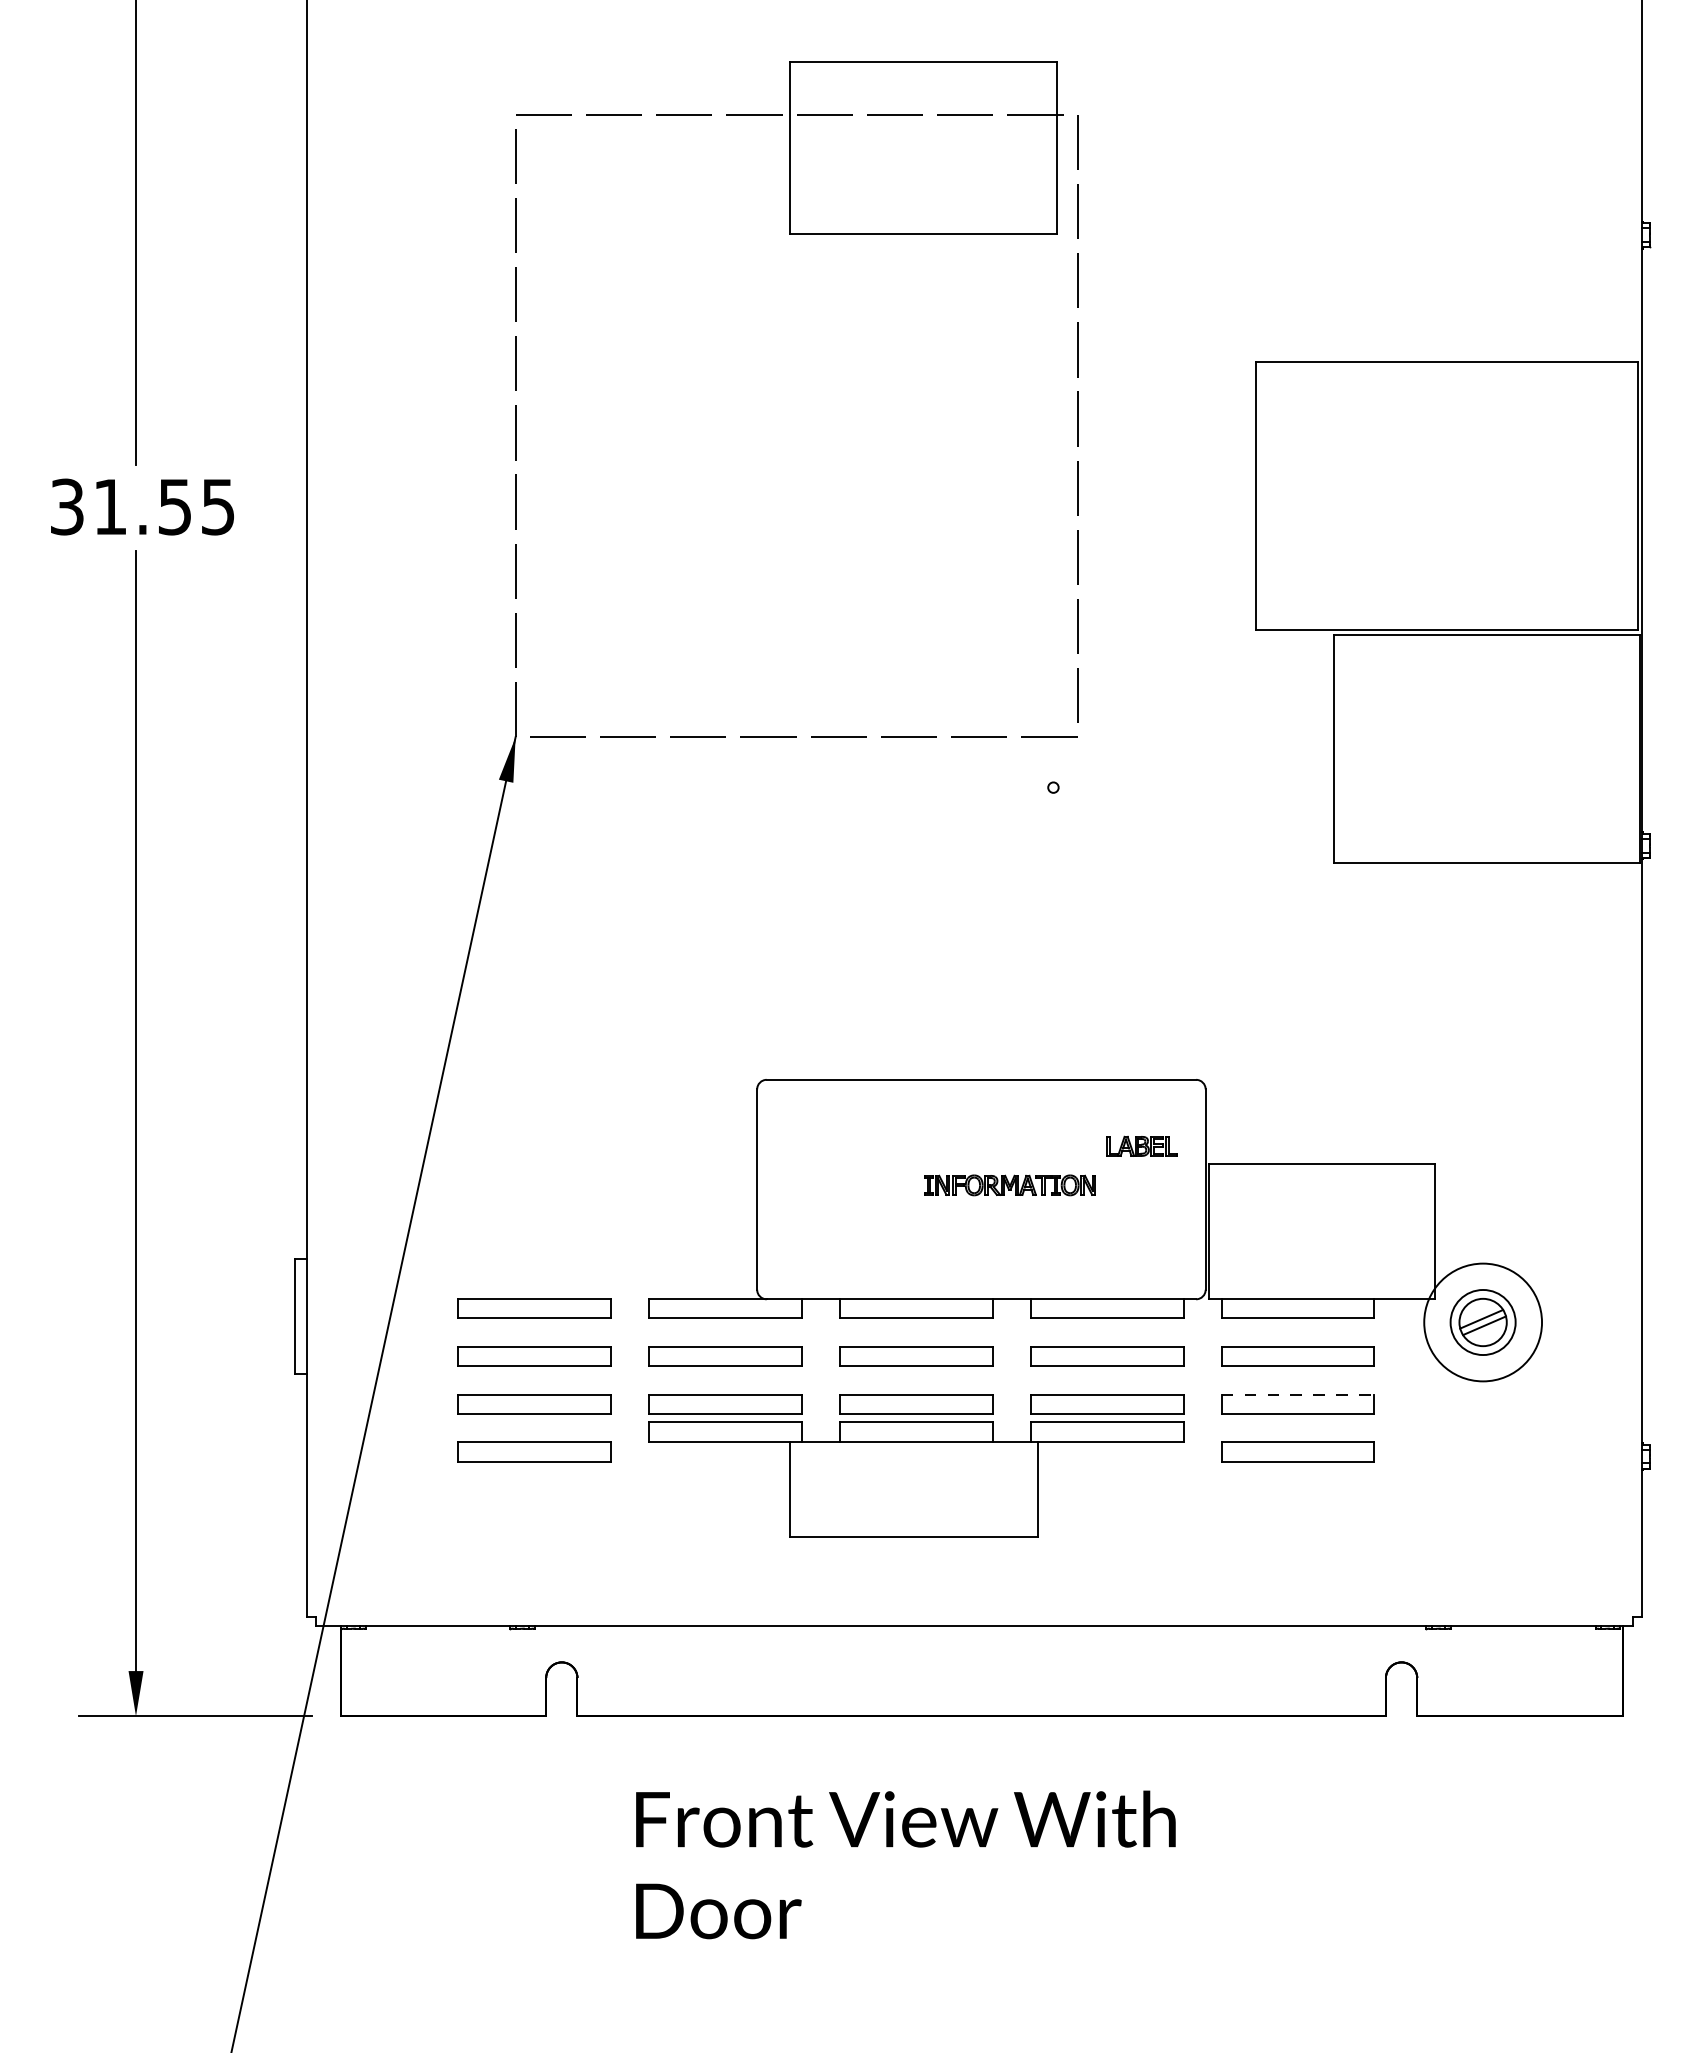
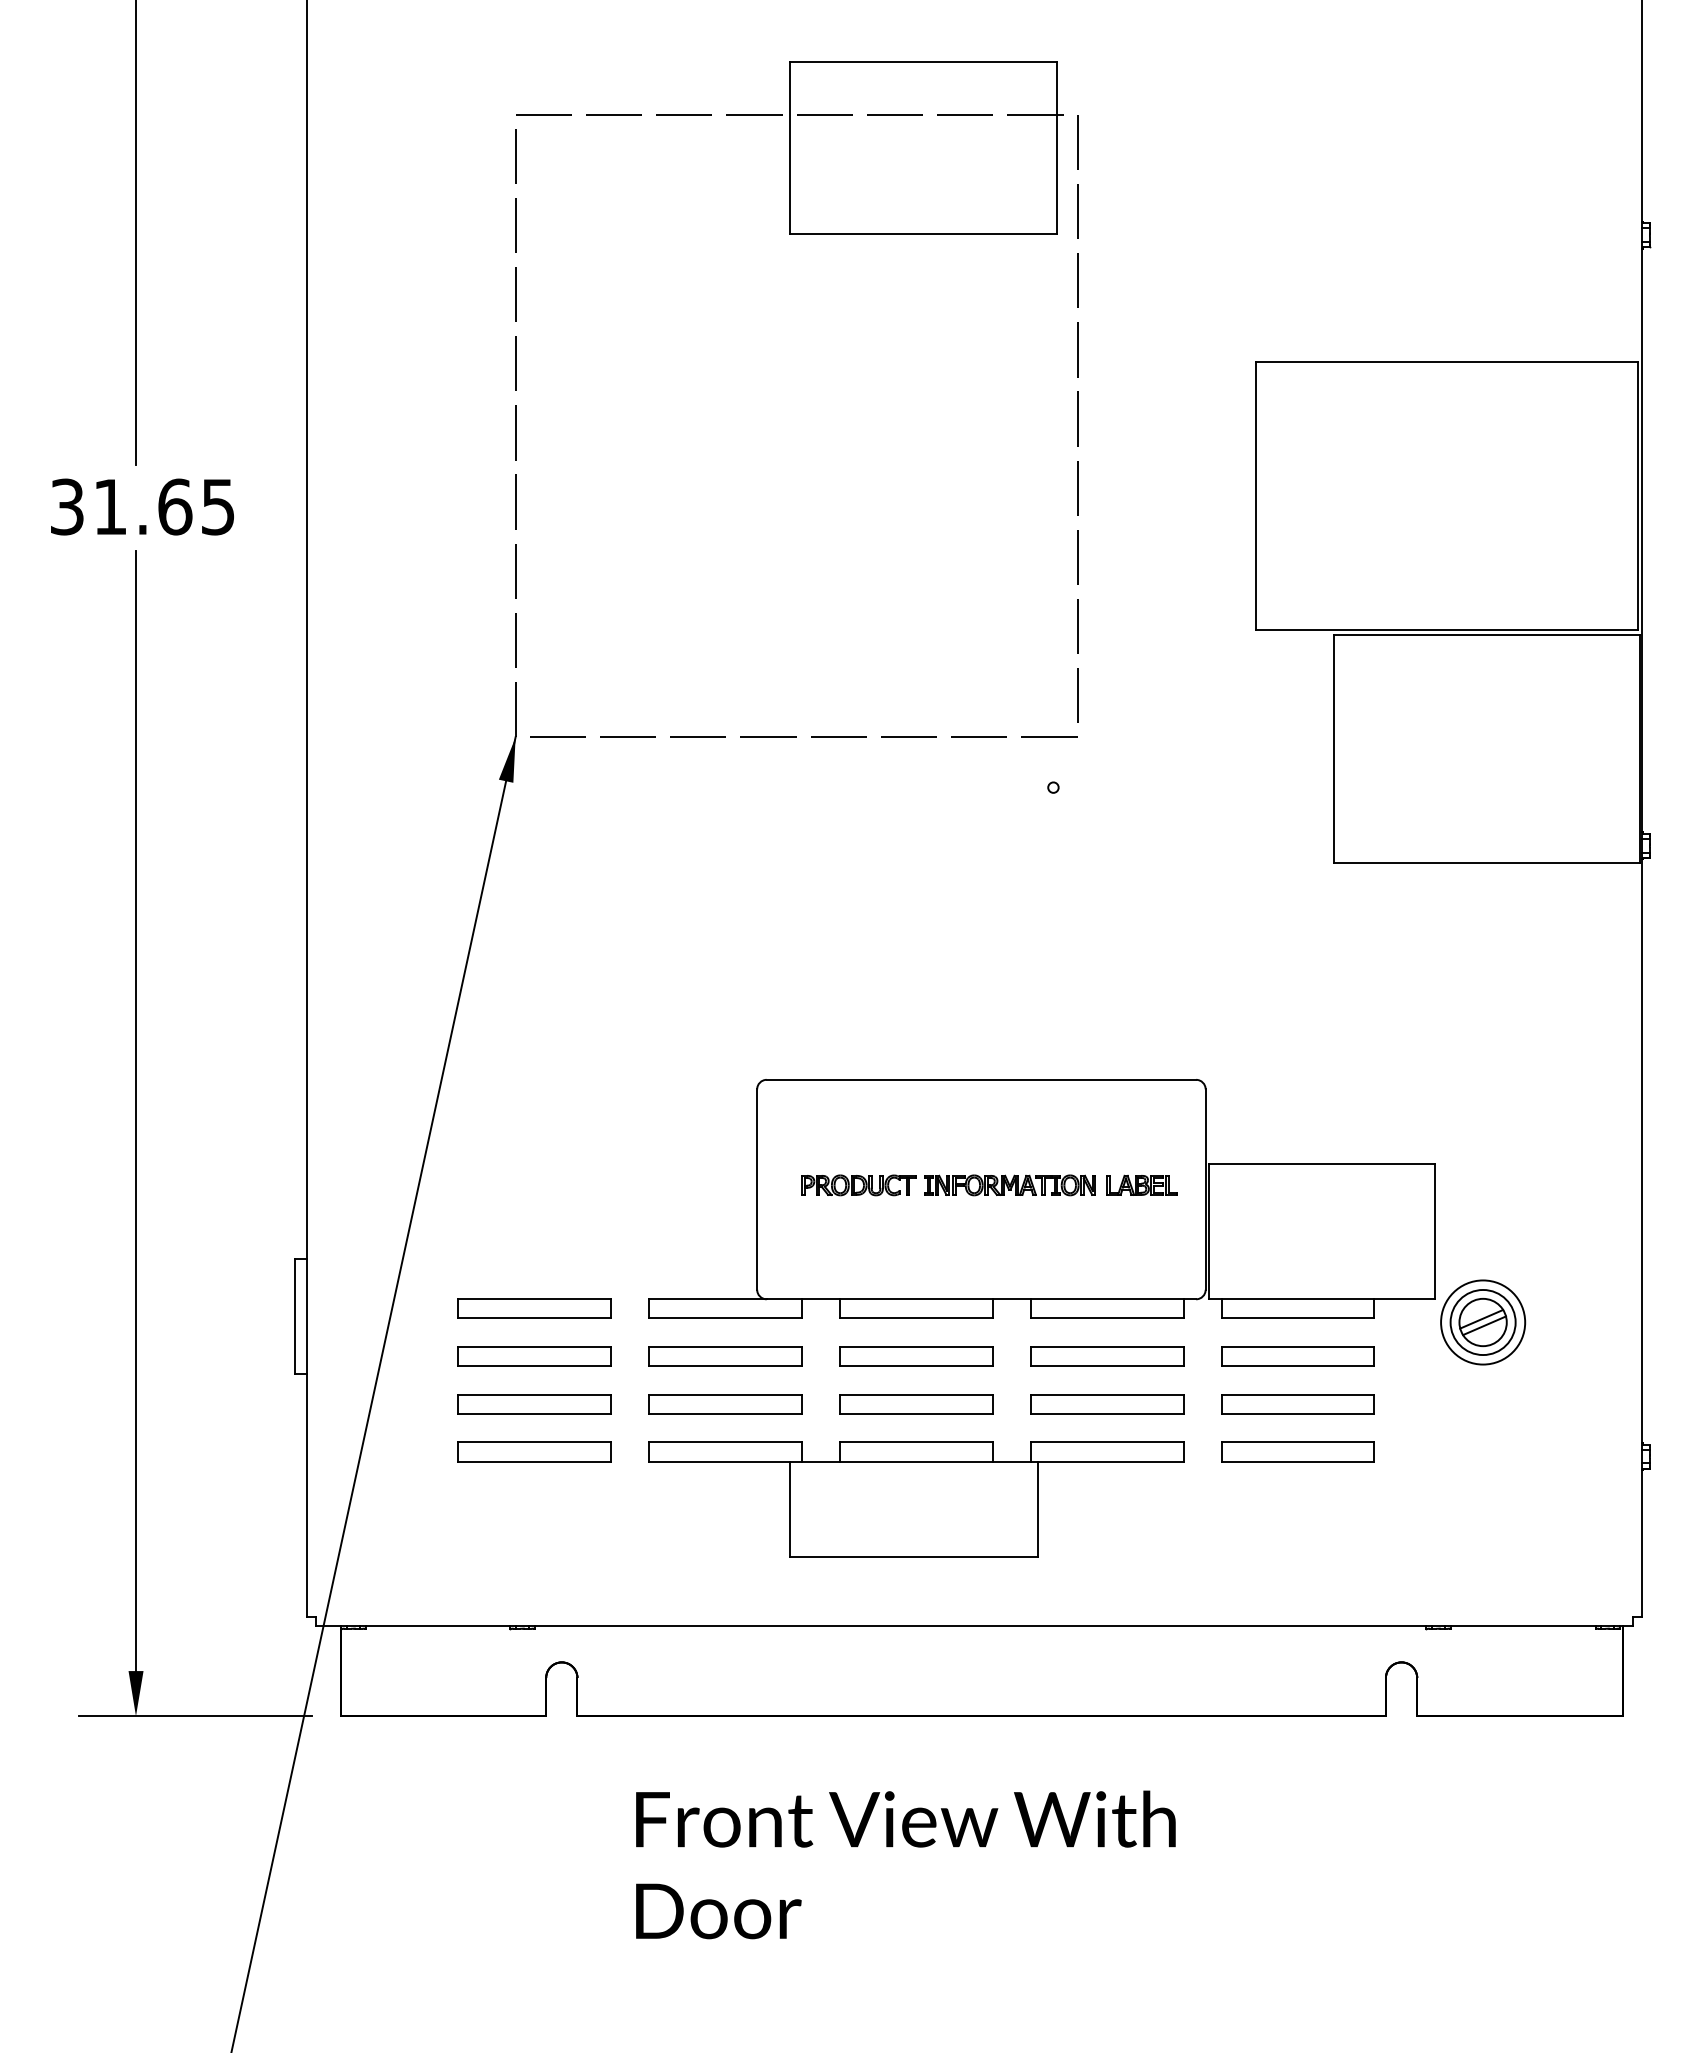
text at (175, 506): 31.55 -> 31.65
part at (1141, 1145) position: (1141, 1145) -> (1141, 1184)
part at (858, 1185): none -> present
circle at (1483, 1322) diameter: 118 px -> 84 px
line at (1298, 1394): dashed -> solid
part at (916, 1479) position: (916, 1479) -> (916, 1499)
